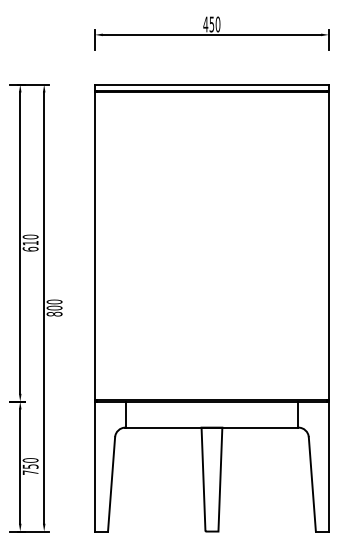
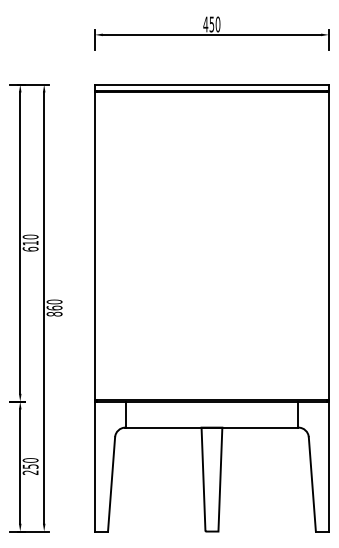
text at (54, 307): 800 -> 860
text at (30, 472): 750 -> 250
